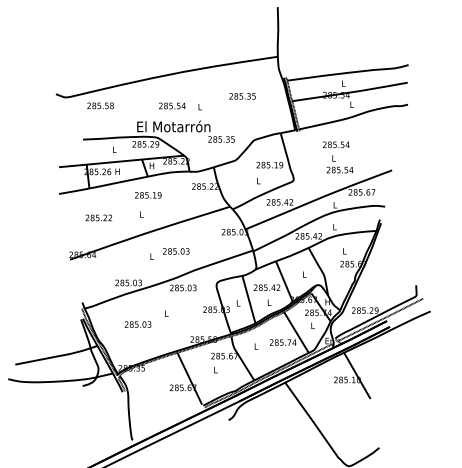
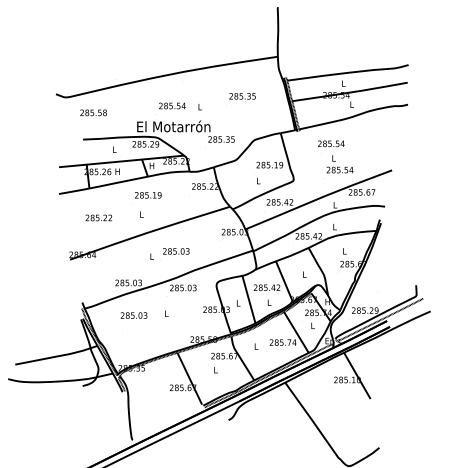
text at (100, 105) position: (100, 105) -> (93, 112)
text at (336, 144) position: (336, 144) -> (331, 143)
text at (137, 324) position: (137, 324) -> (133, 315)
